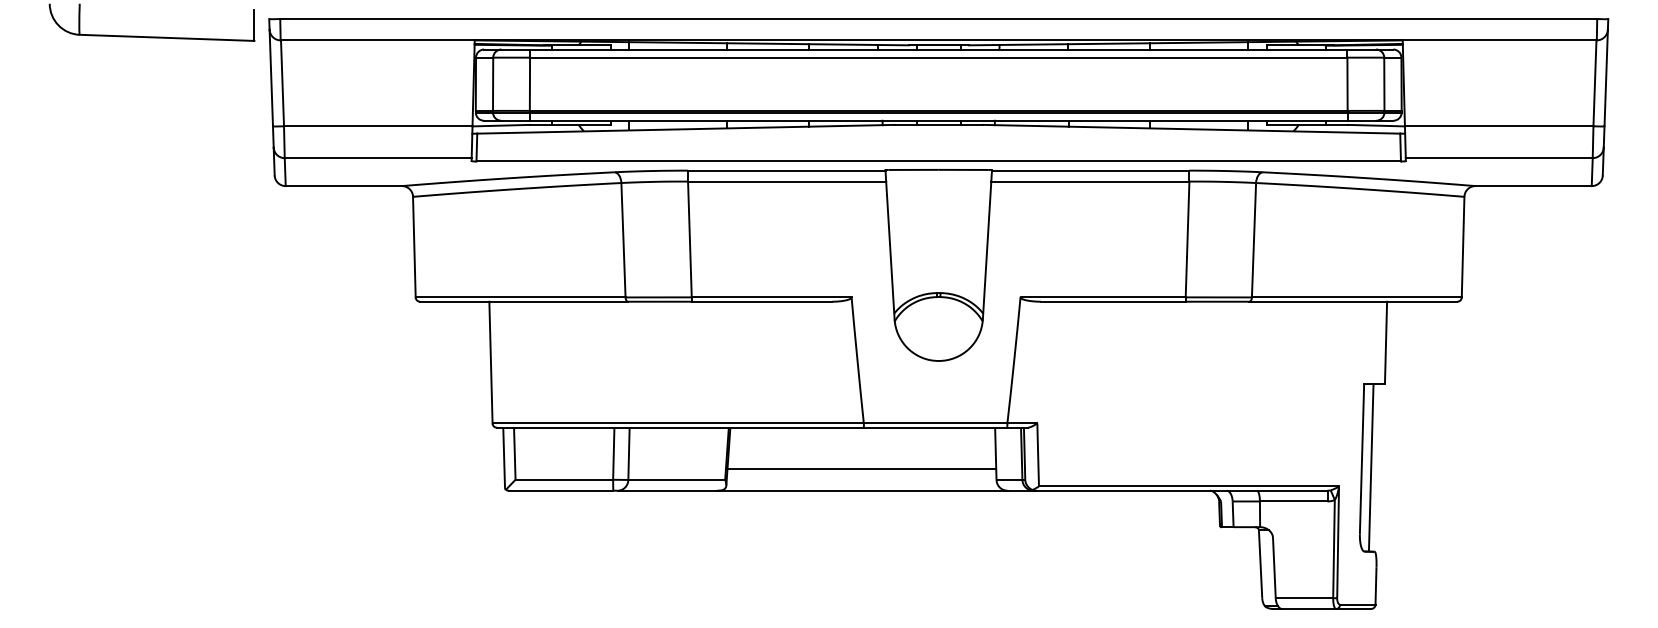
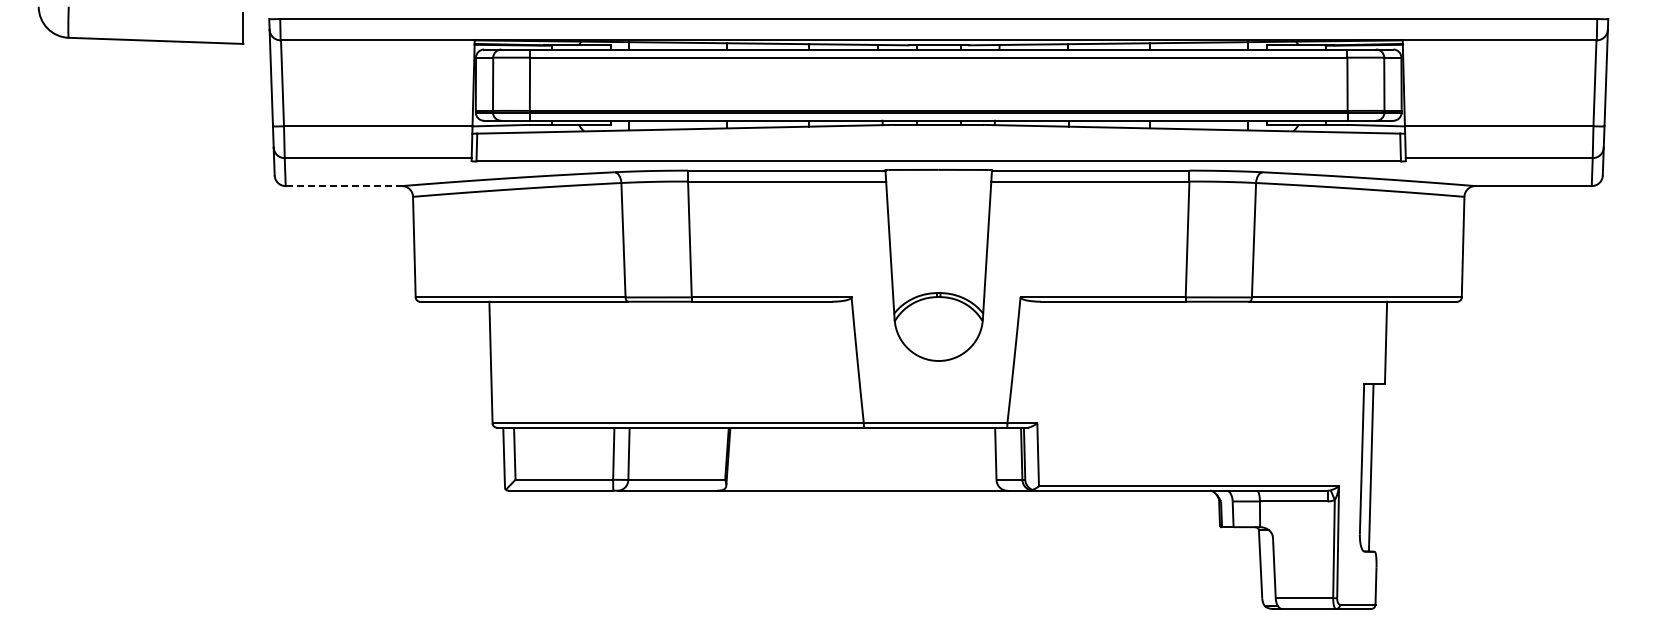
part at (151, 36) position: (151, 36) -> (140, 39)
line at (344, 186): solid -> dashed
line at (861, 469): present -> none
